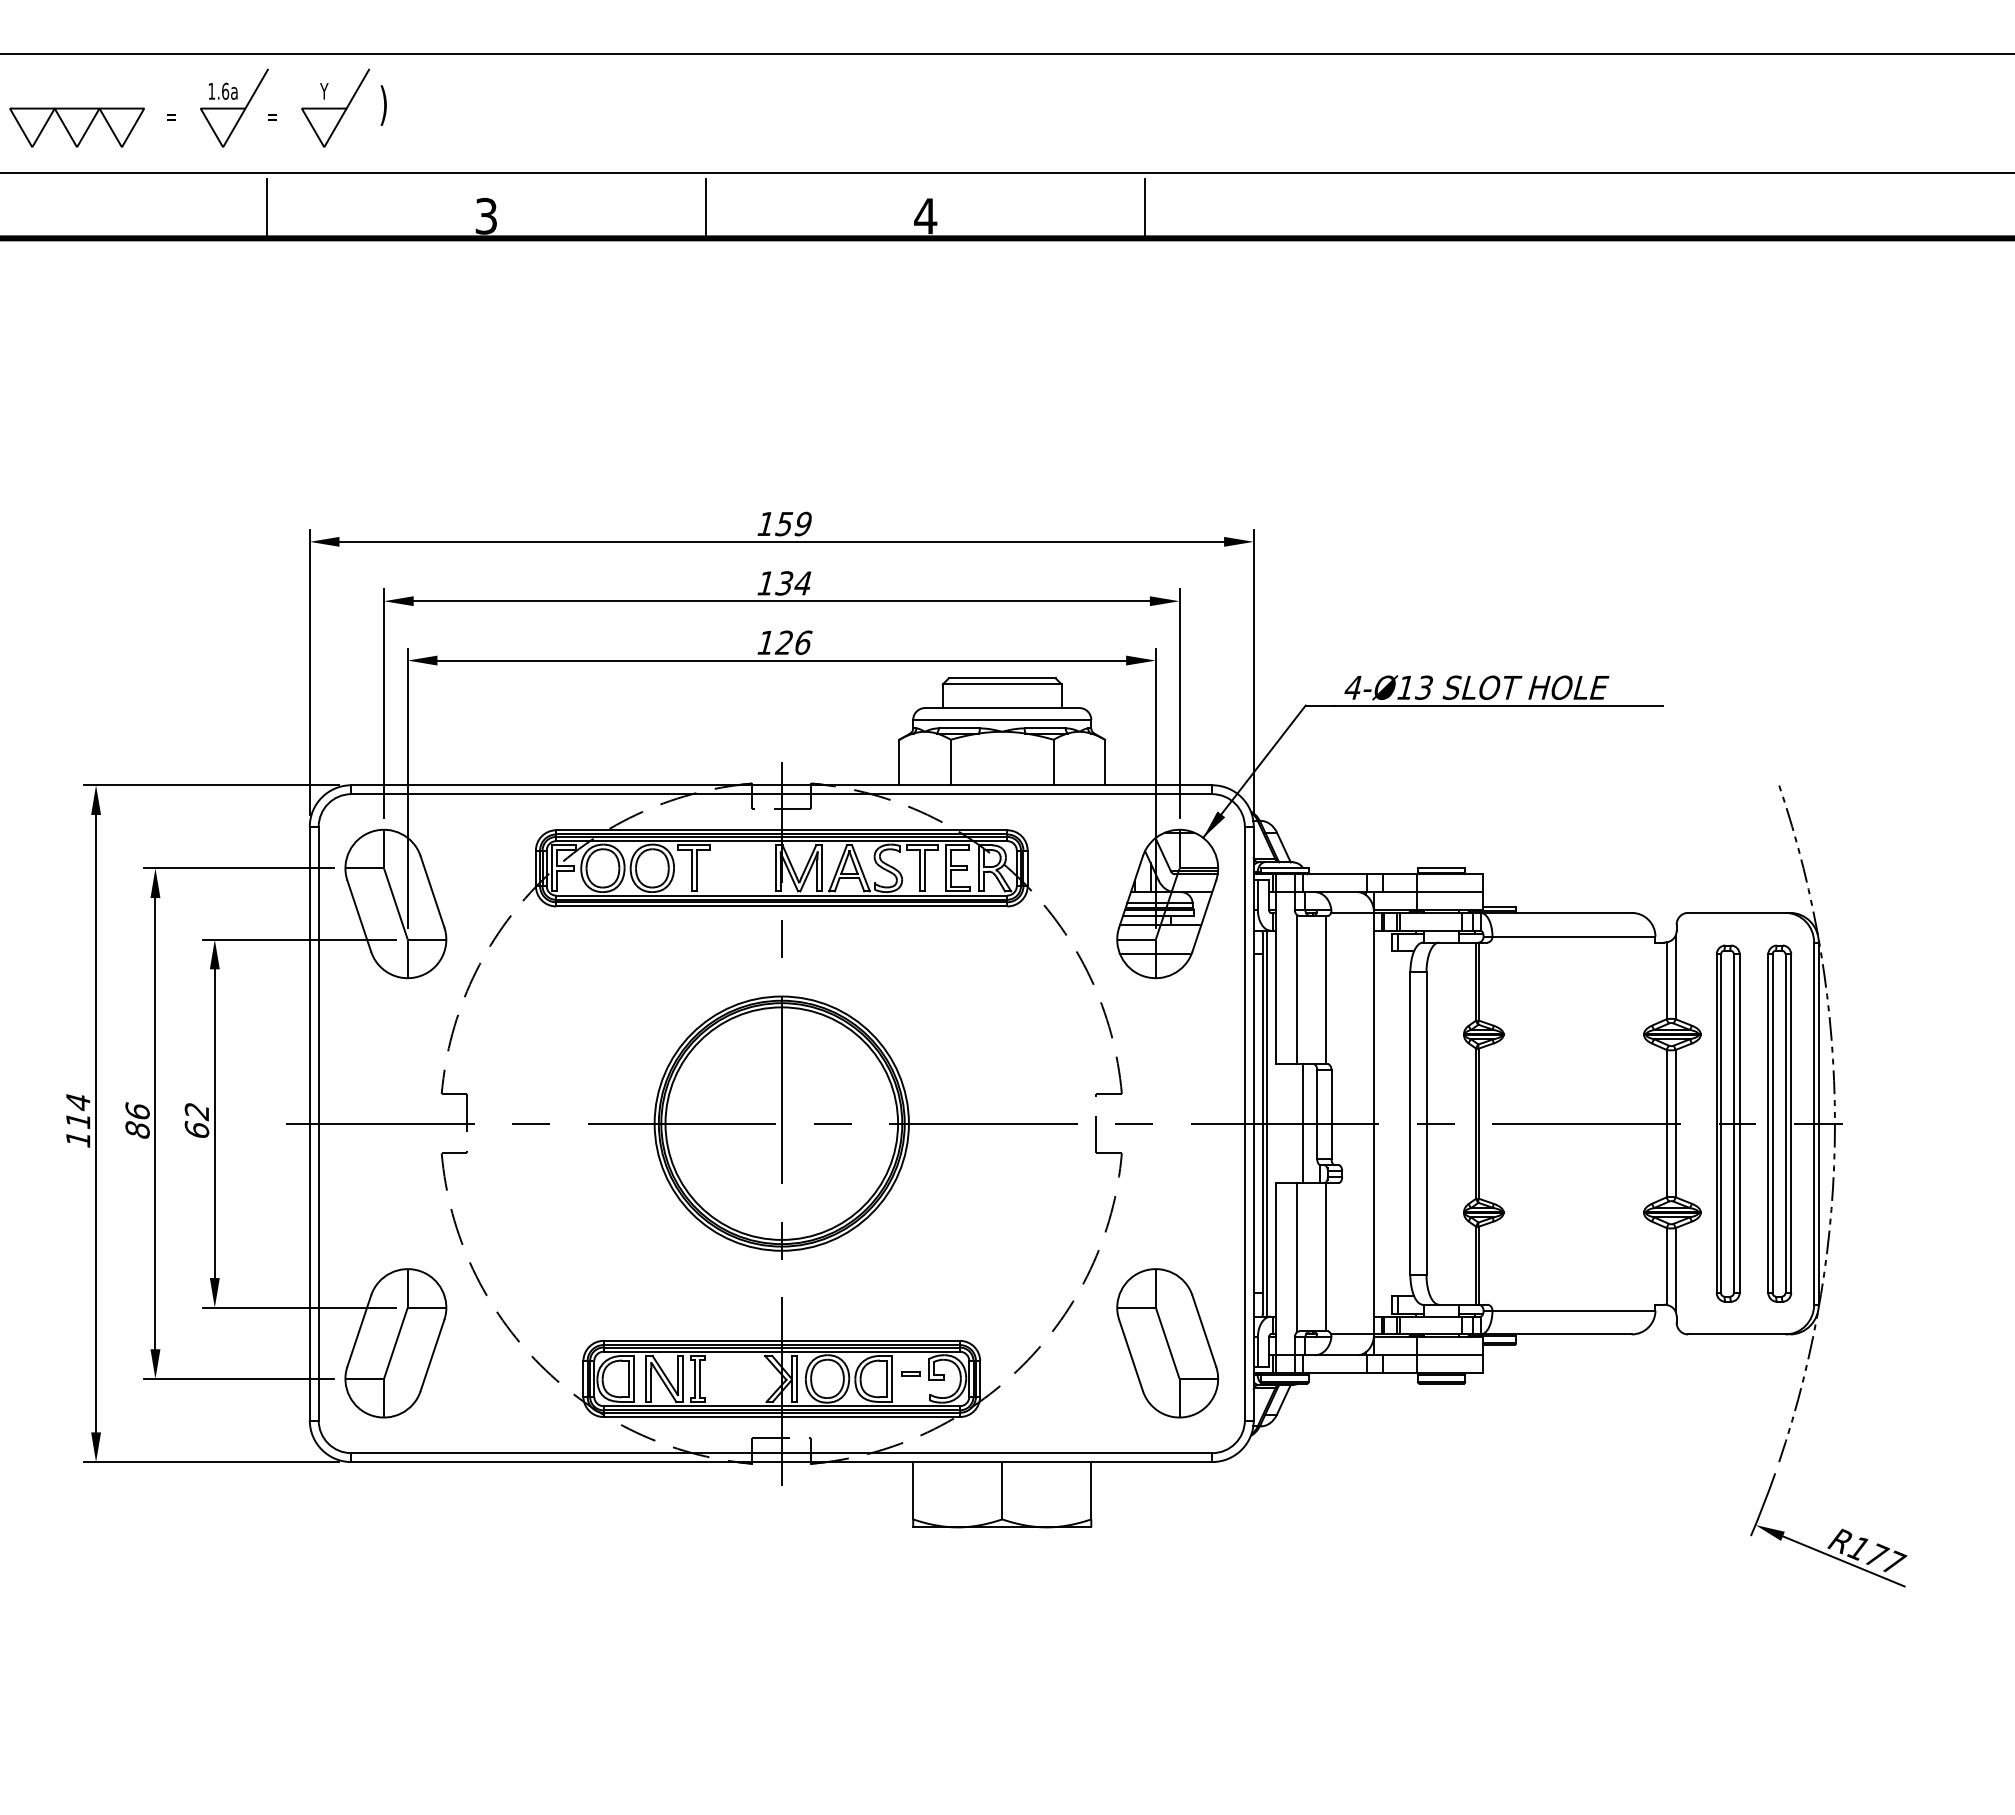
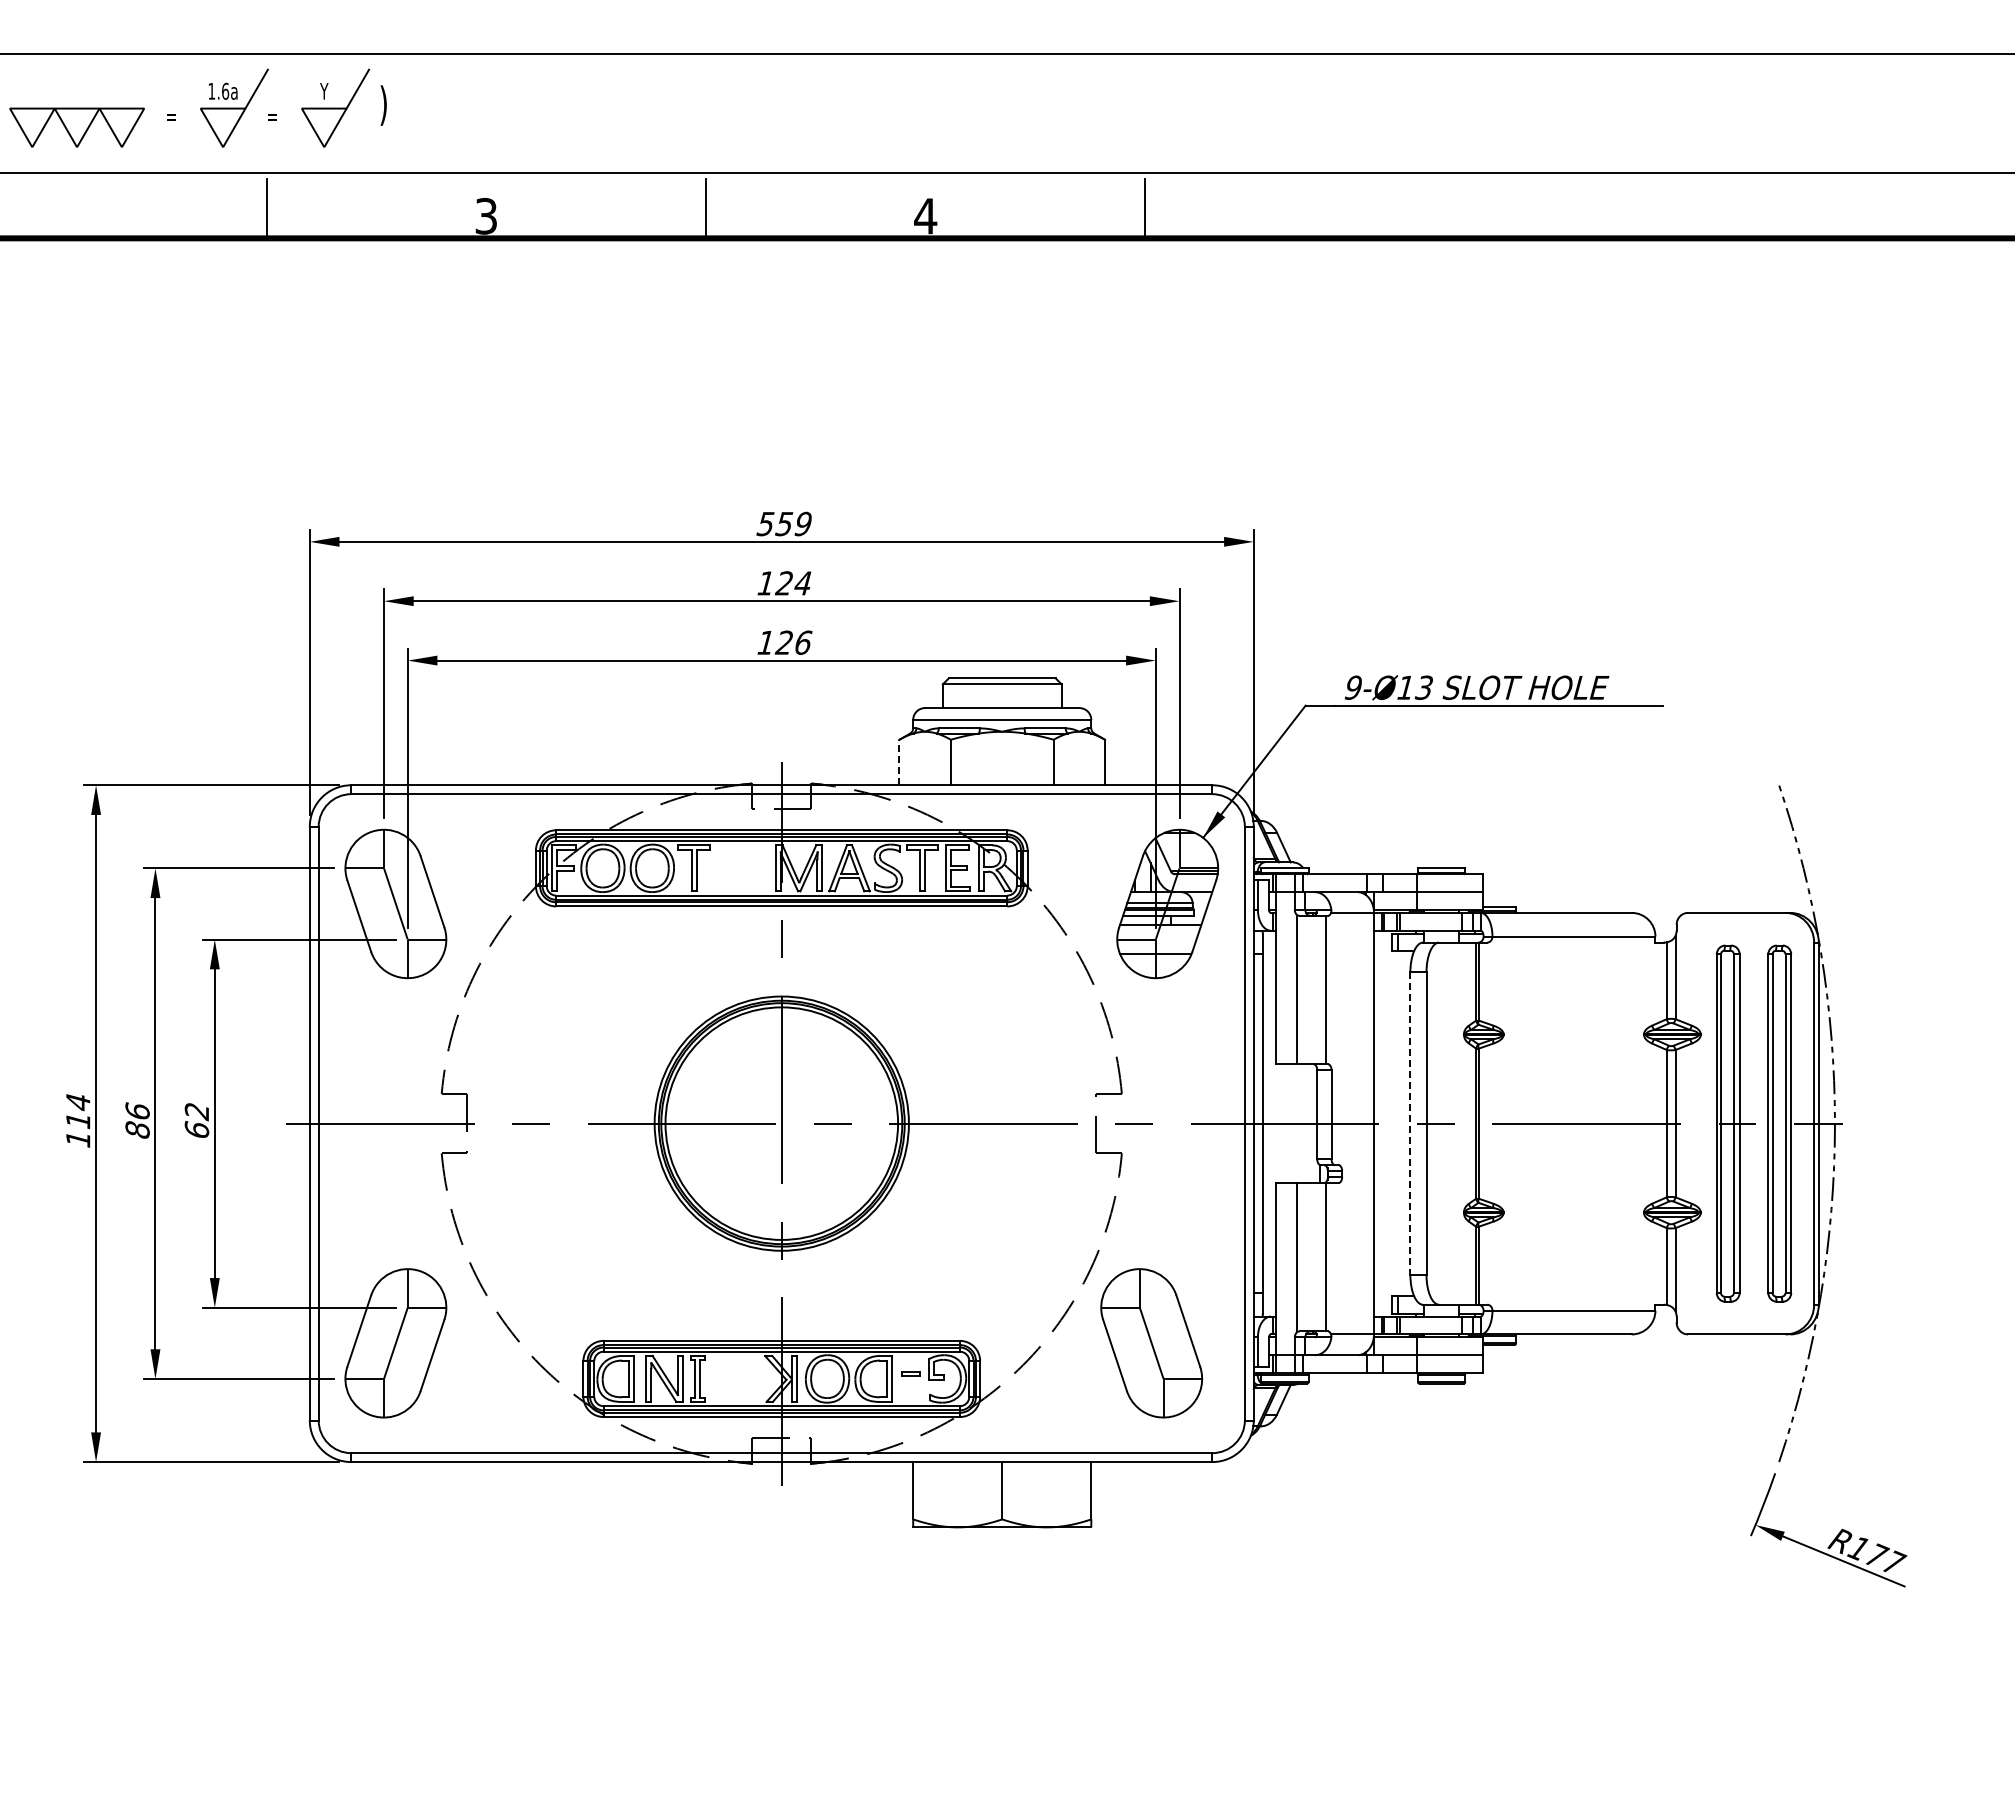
text at (765, 524): 159 -> 559
text at (783, 583): 134 -> 124
text at (1352, 687): 4-Ø13 -> 9-Ø13
line at (899, 762): solid -> dashed
line at (1267, 1123): present -> none
line at (1302, 1123): present -> none
line at (1410, 1124): solid -> dashed
part at (1167, 1343) position: (1167, 1343) -> (1151, 1343)
